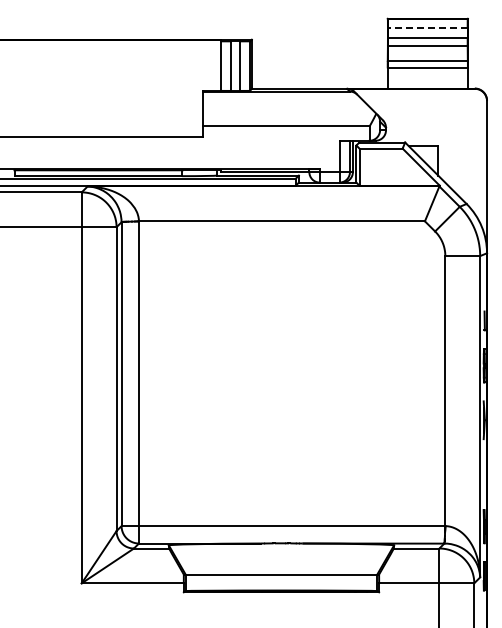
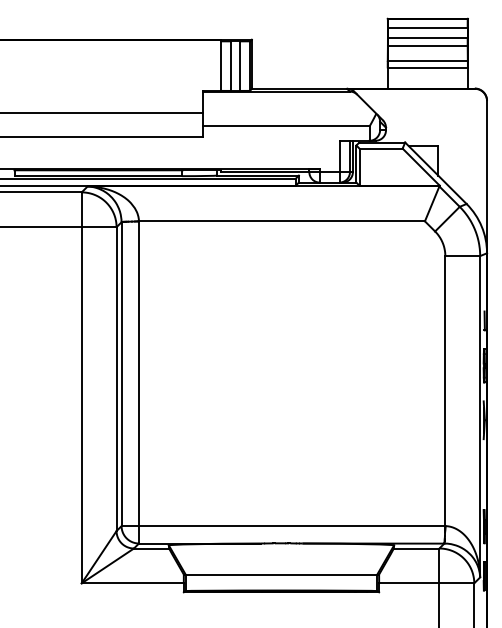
line at (427, 27): dashed -> solid
line at (102, 112): none -> present
